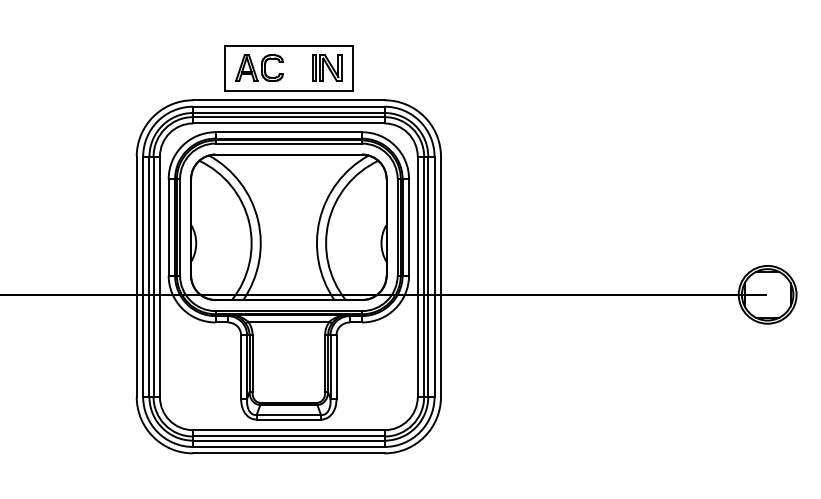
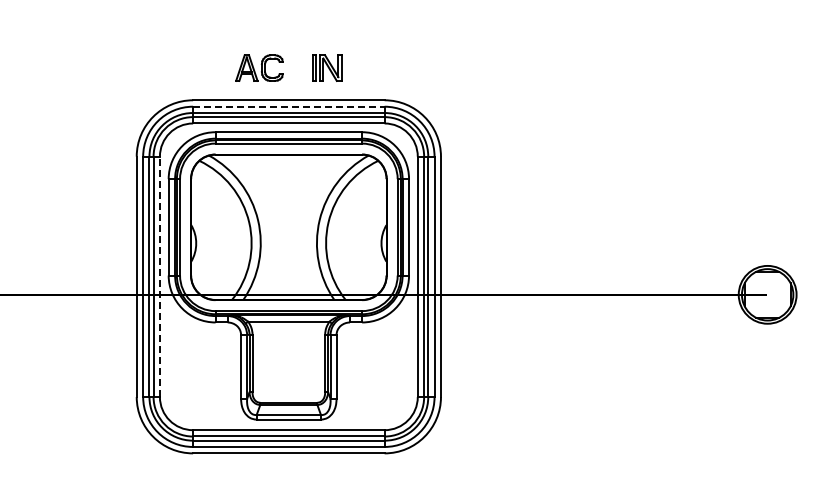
part at (288, 68): present -> none
line at (288, 106): solid -> dashed
line at (159, 276): solid -> dashed
